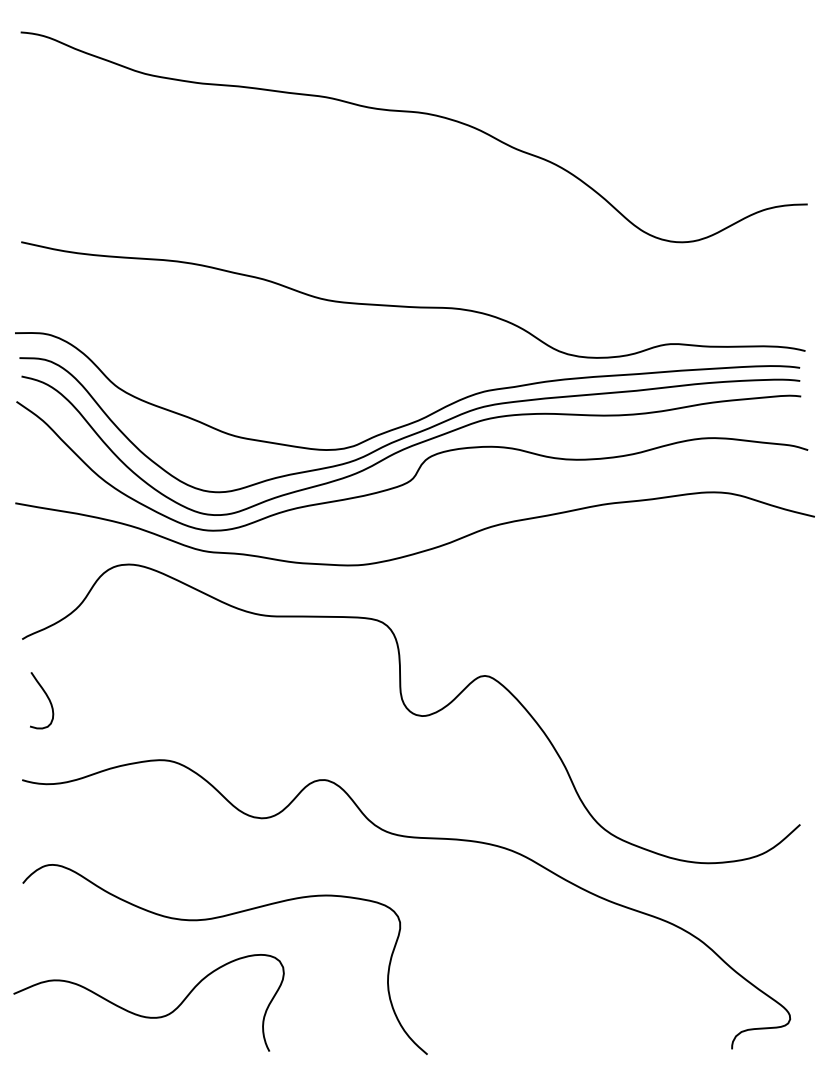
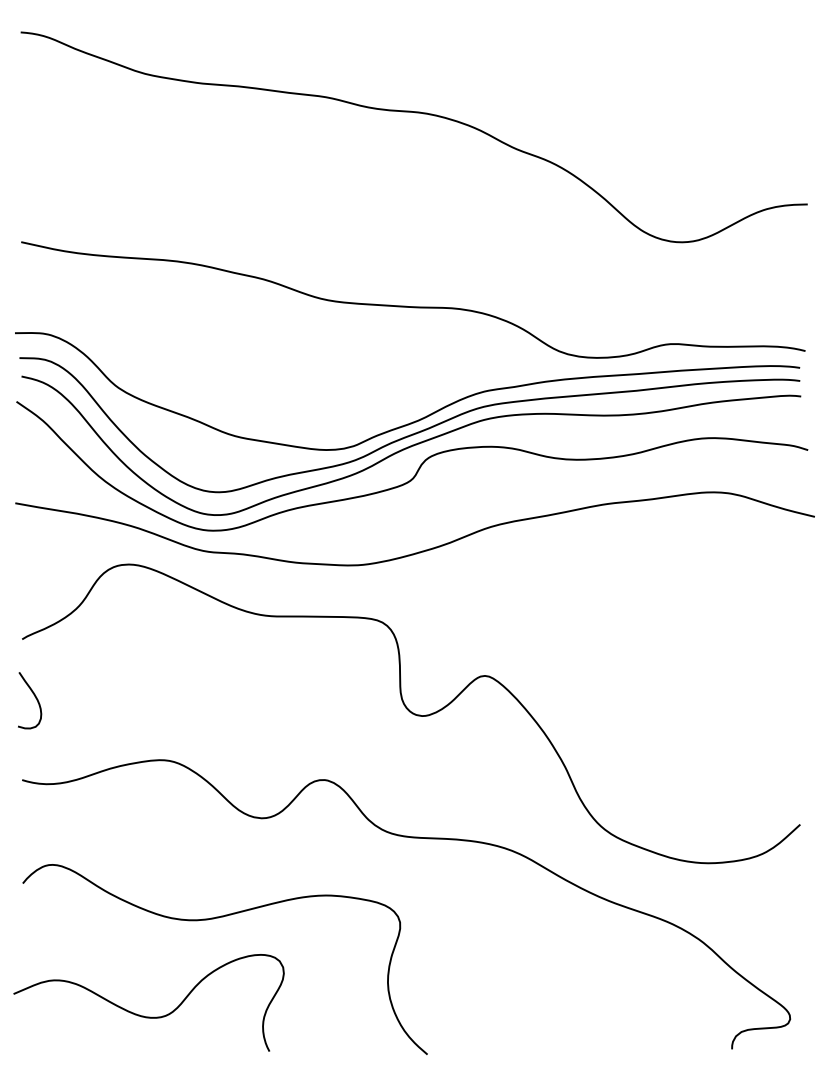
curve at (47, 698) position: (47, 698) -> (35, 698)
